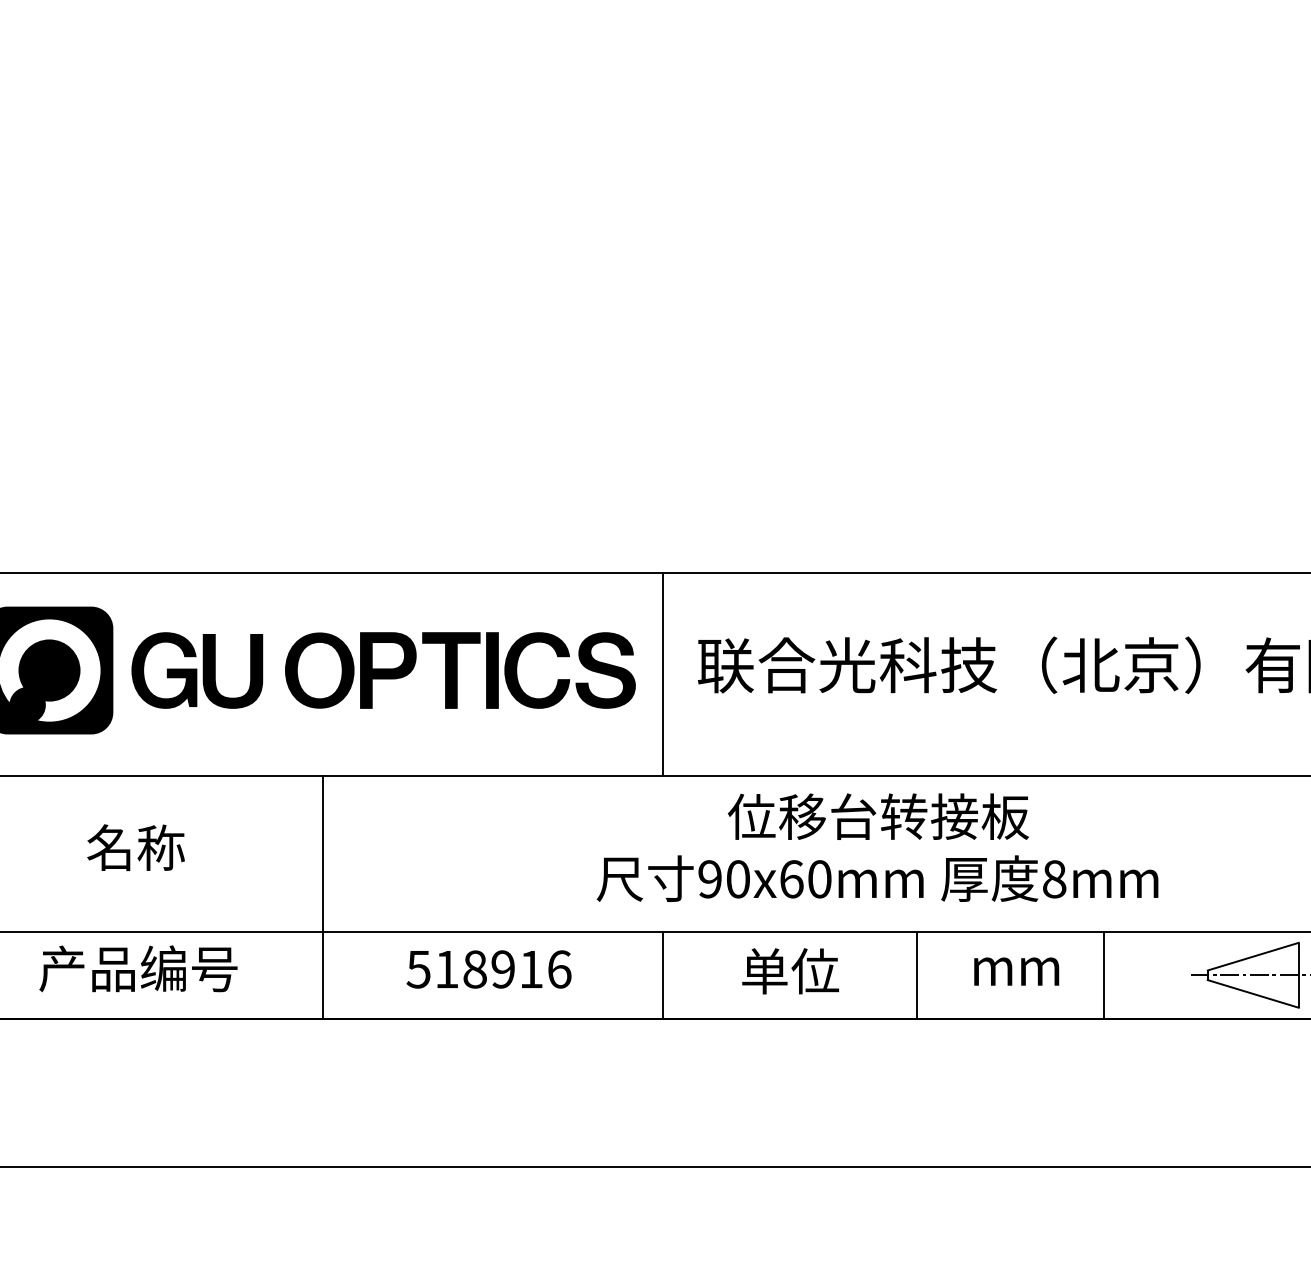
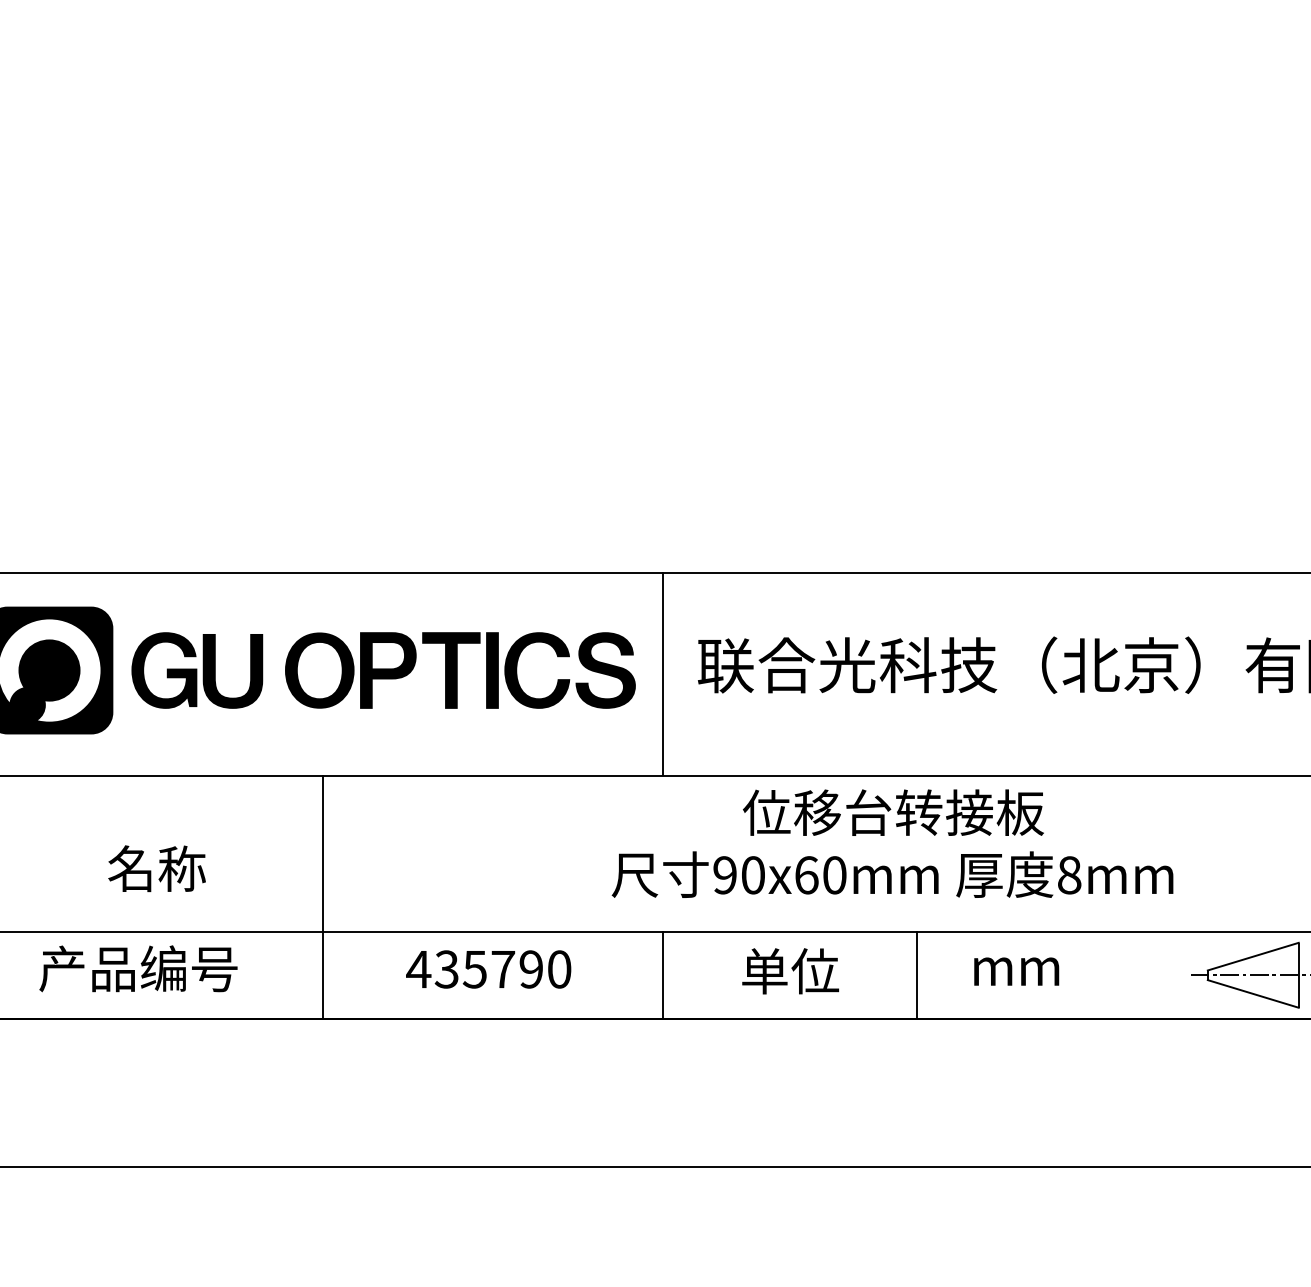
text at (135, 847) position: (135, 847) -> (156, 868)
text at (877, 847) position: (877, 847) -> (892, 843)
text at (488, 969): 518916 -> 435790
line at (1103, 974): present -> none
